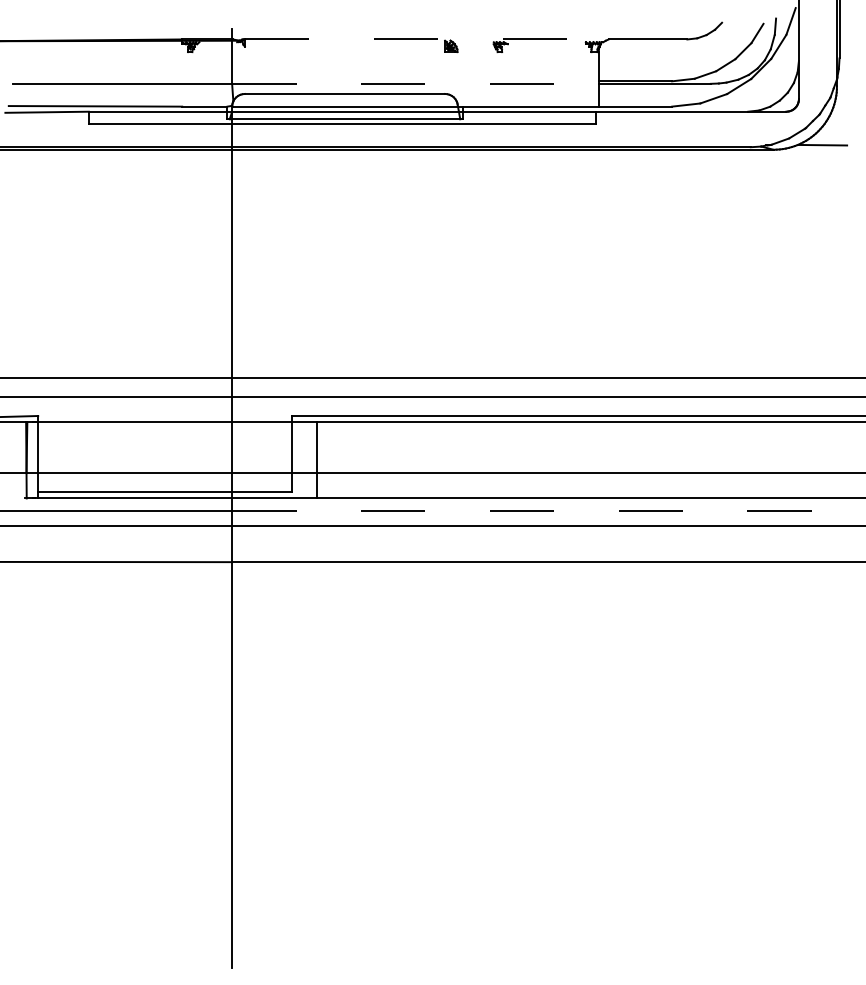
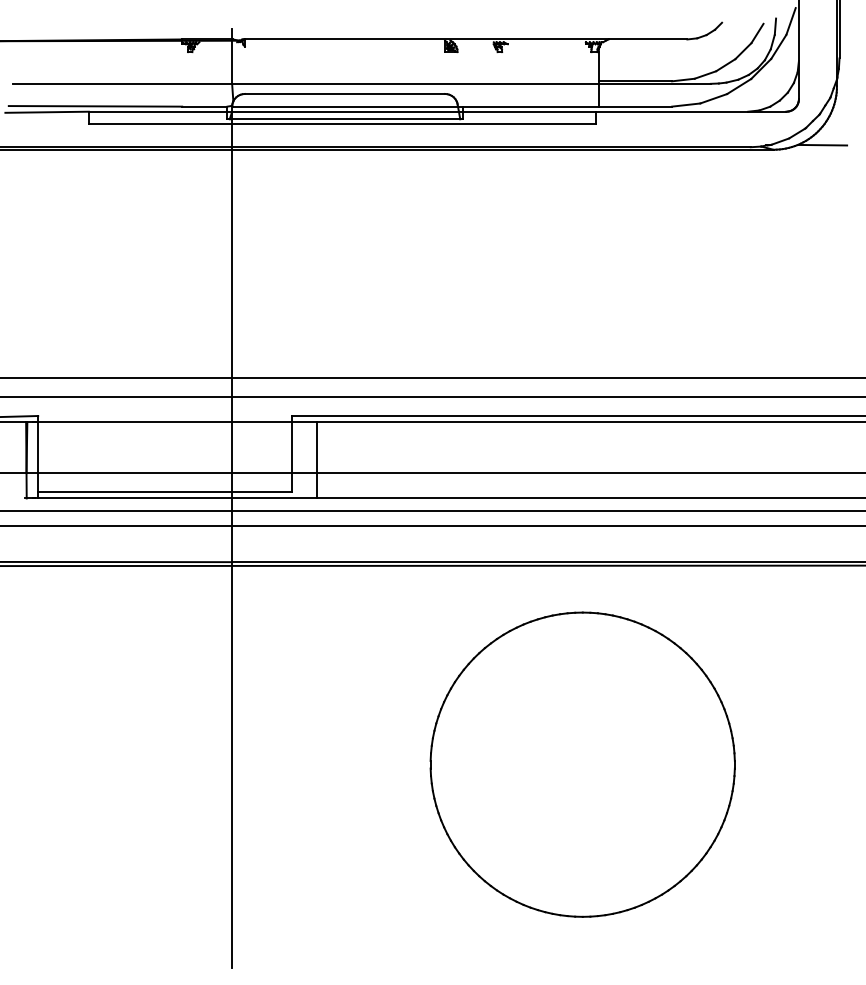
line at (426, 39): dashed -> solid
line at (415, 83): dashed -> solid
line at (548, 511): dashed -> solid
line at (432, 565): none -> present
part at (582, 764): none -> present
